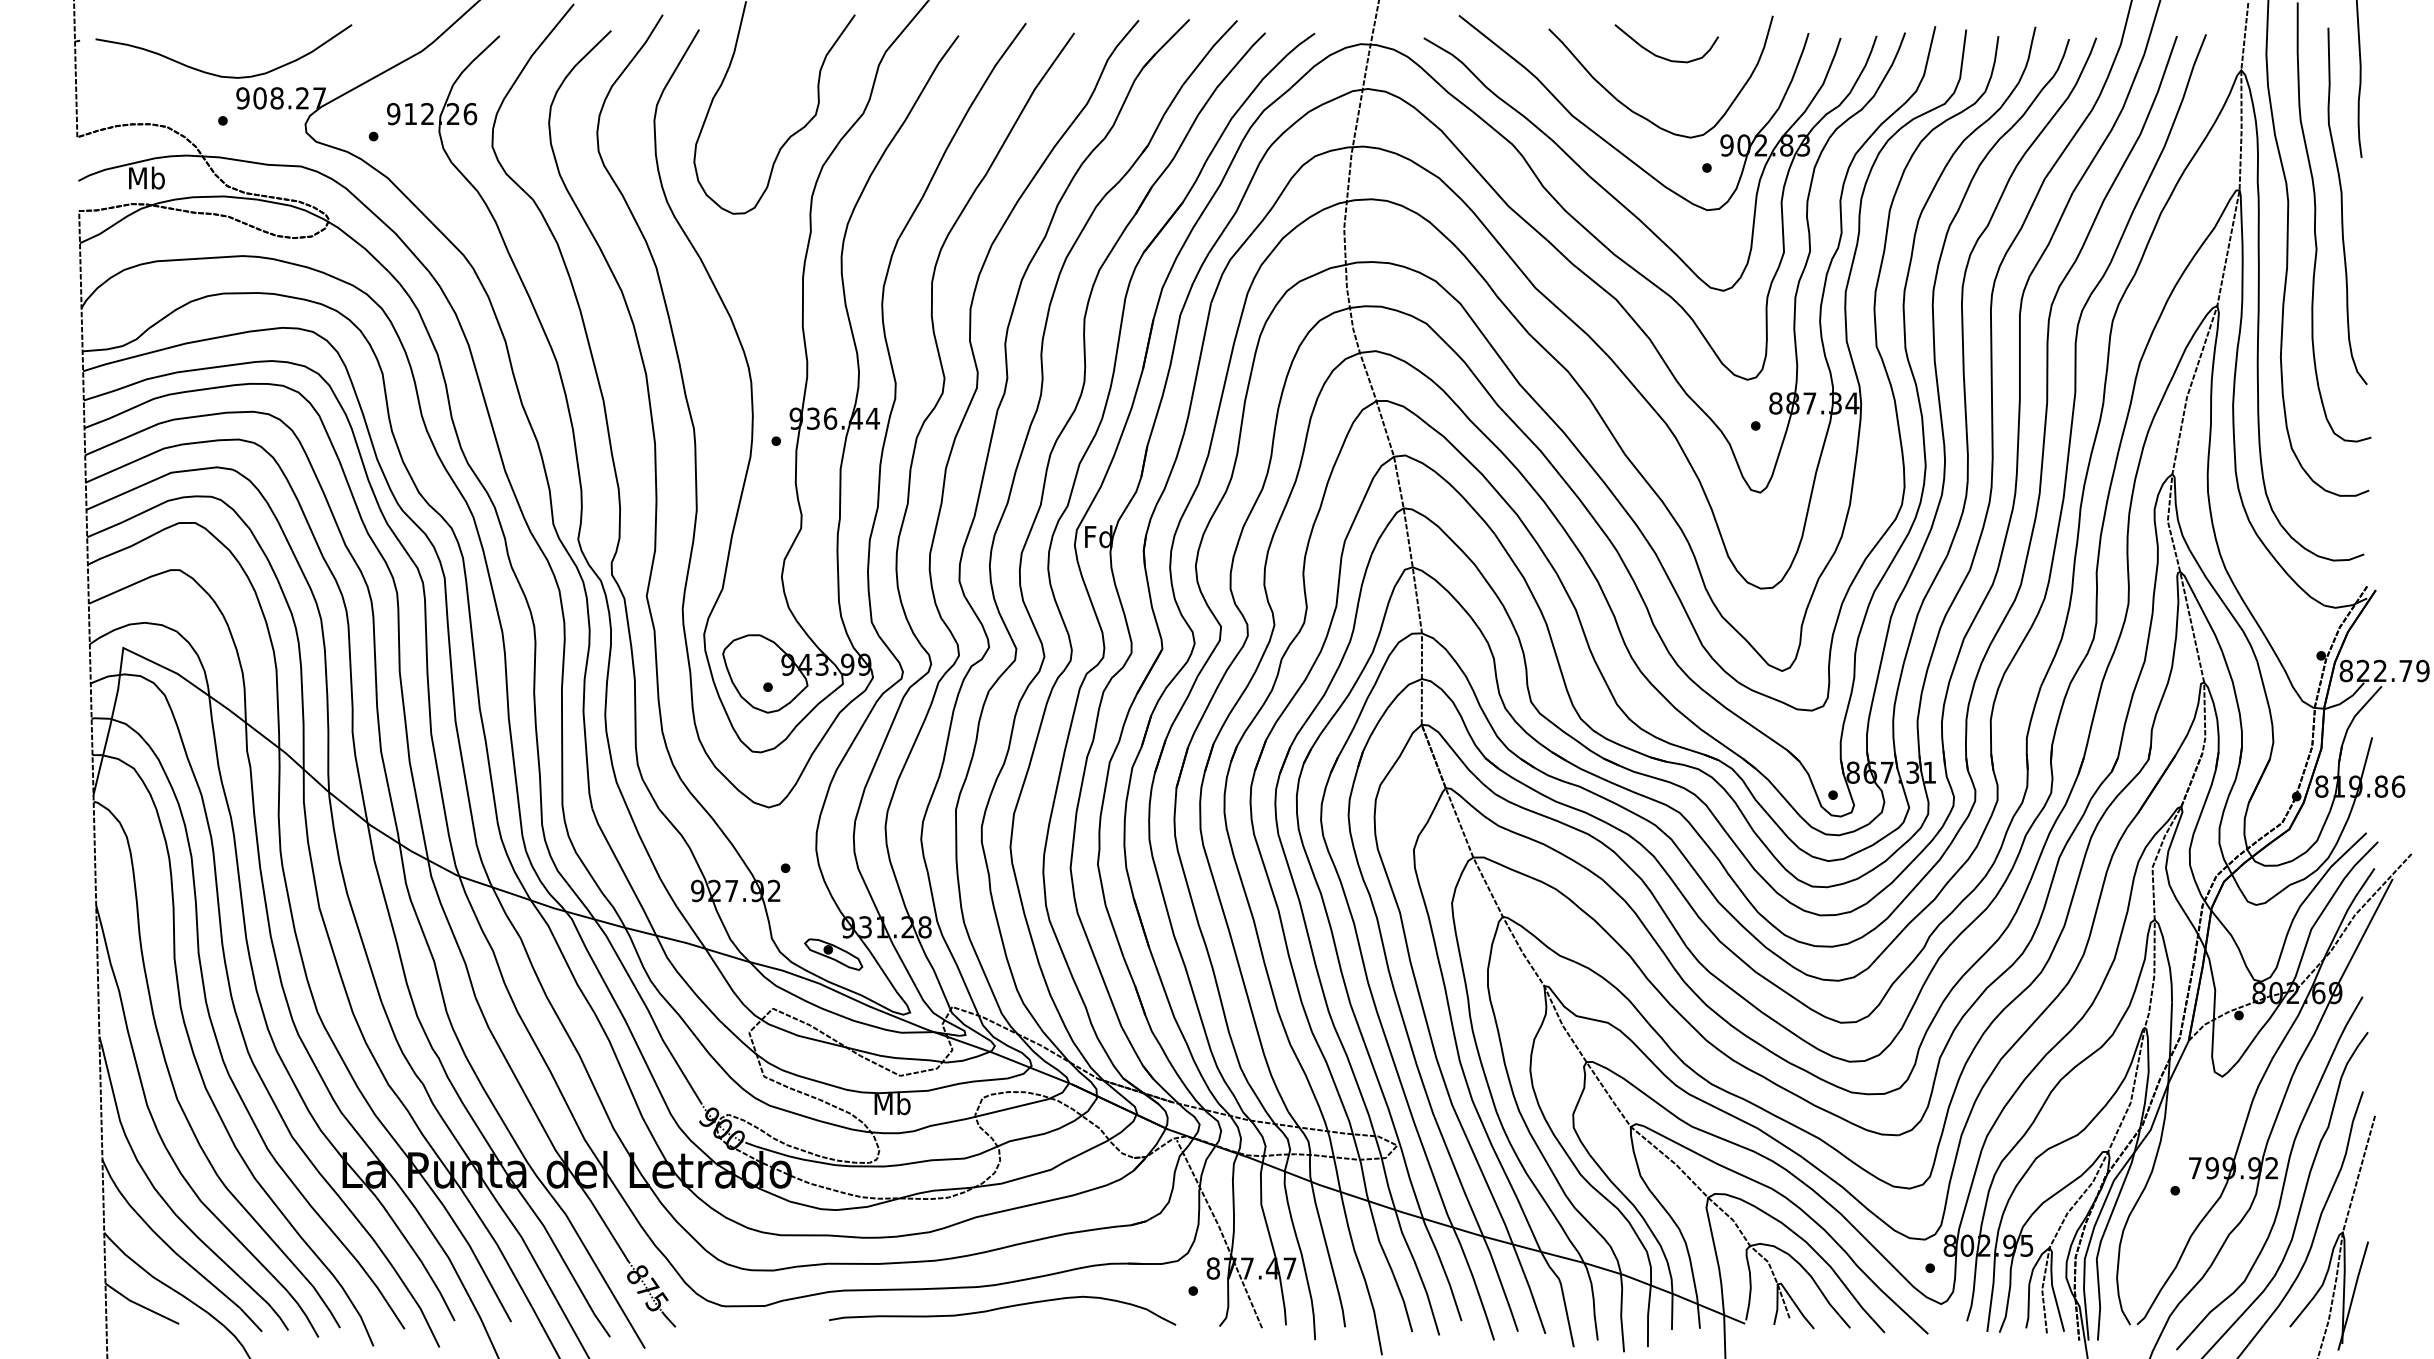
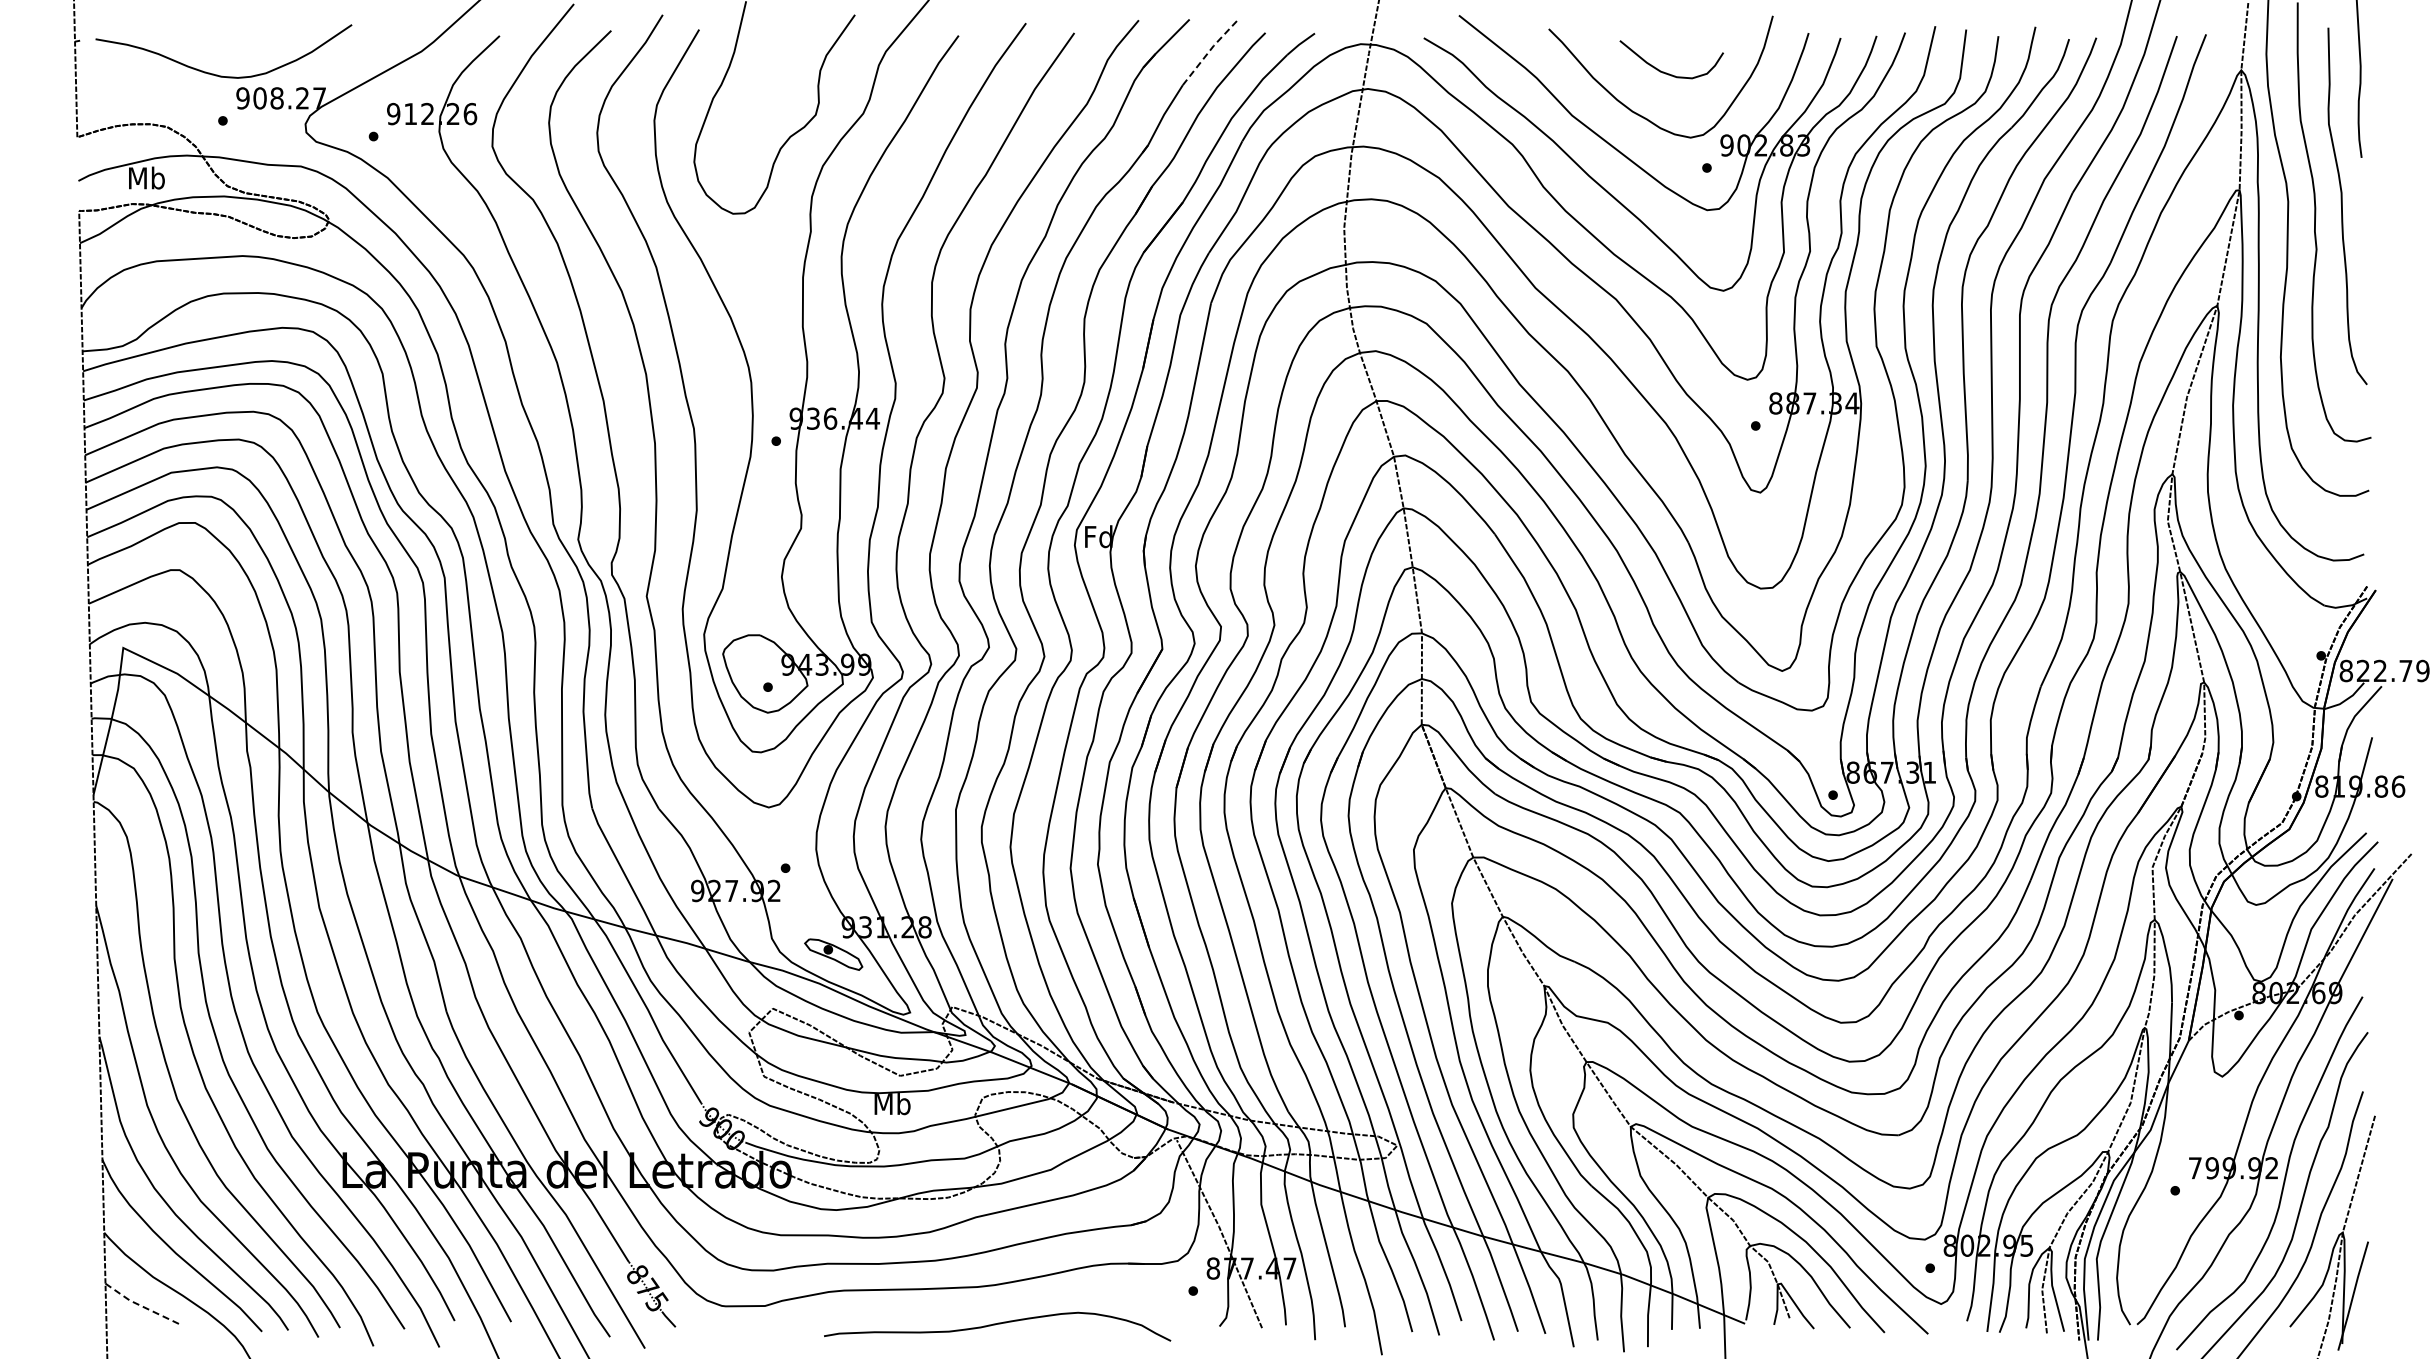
line at (1209, 51): solid -> dashed
curve at (1661, 56) position: (1661, 56) -> (1666, 72)
line at (140, 1305): solid -> dashed
curve at (1002, 1308) position: (1002, 1308) -> (997, 1324)
